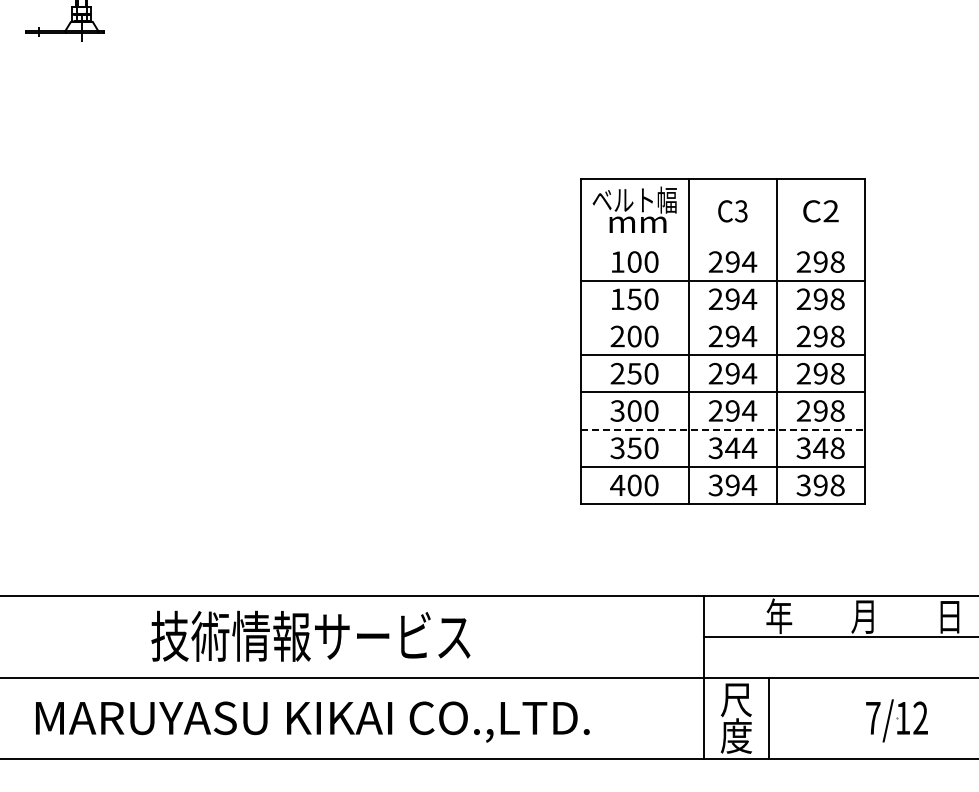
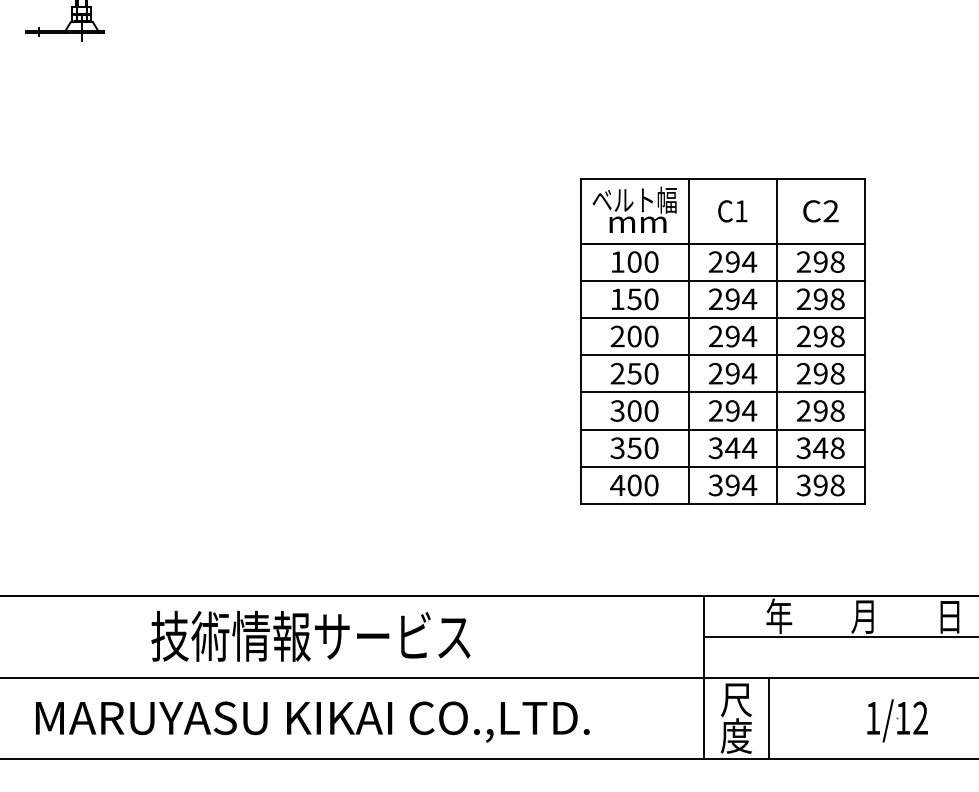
text at (741, 211): C3 -> C1
line at (722, 243): none -> present
line at (722, 317): none -> present
line at (723, 429): dashed -> solid
text at (873, 718): 7/12 -> 1/12
